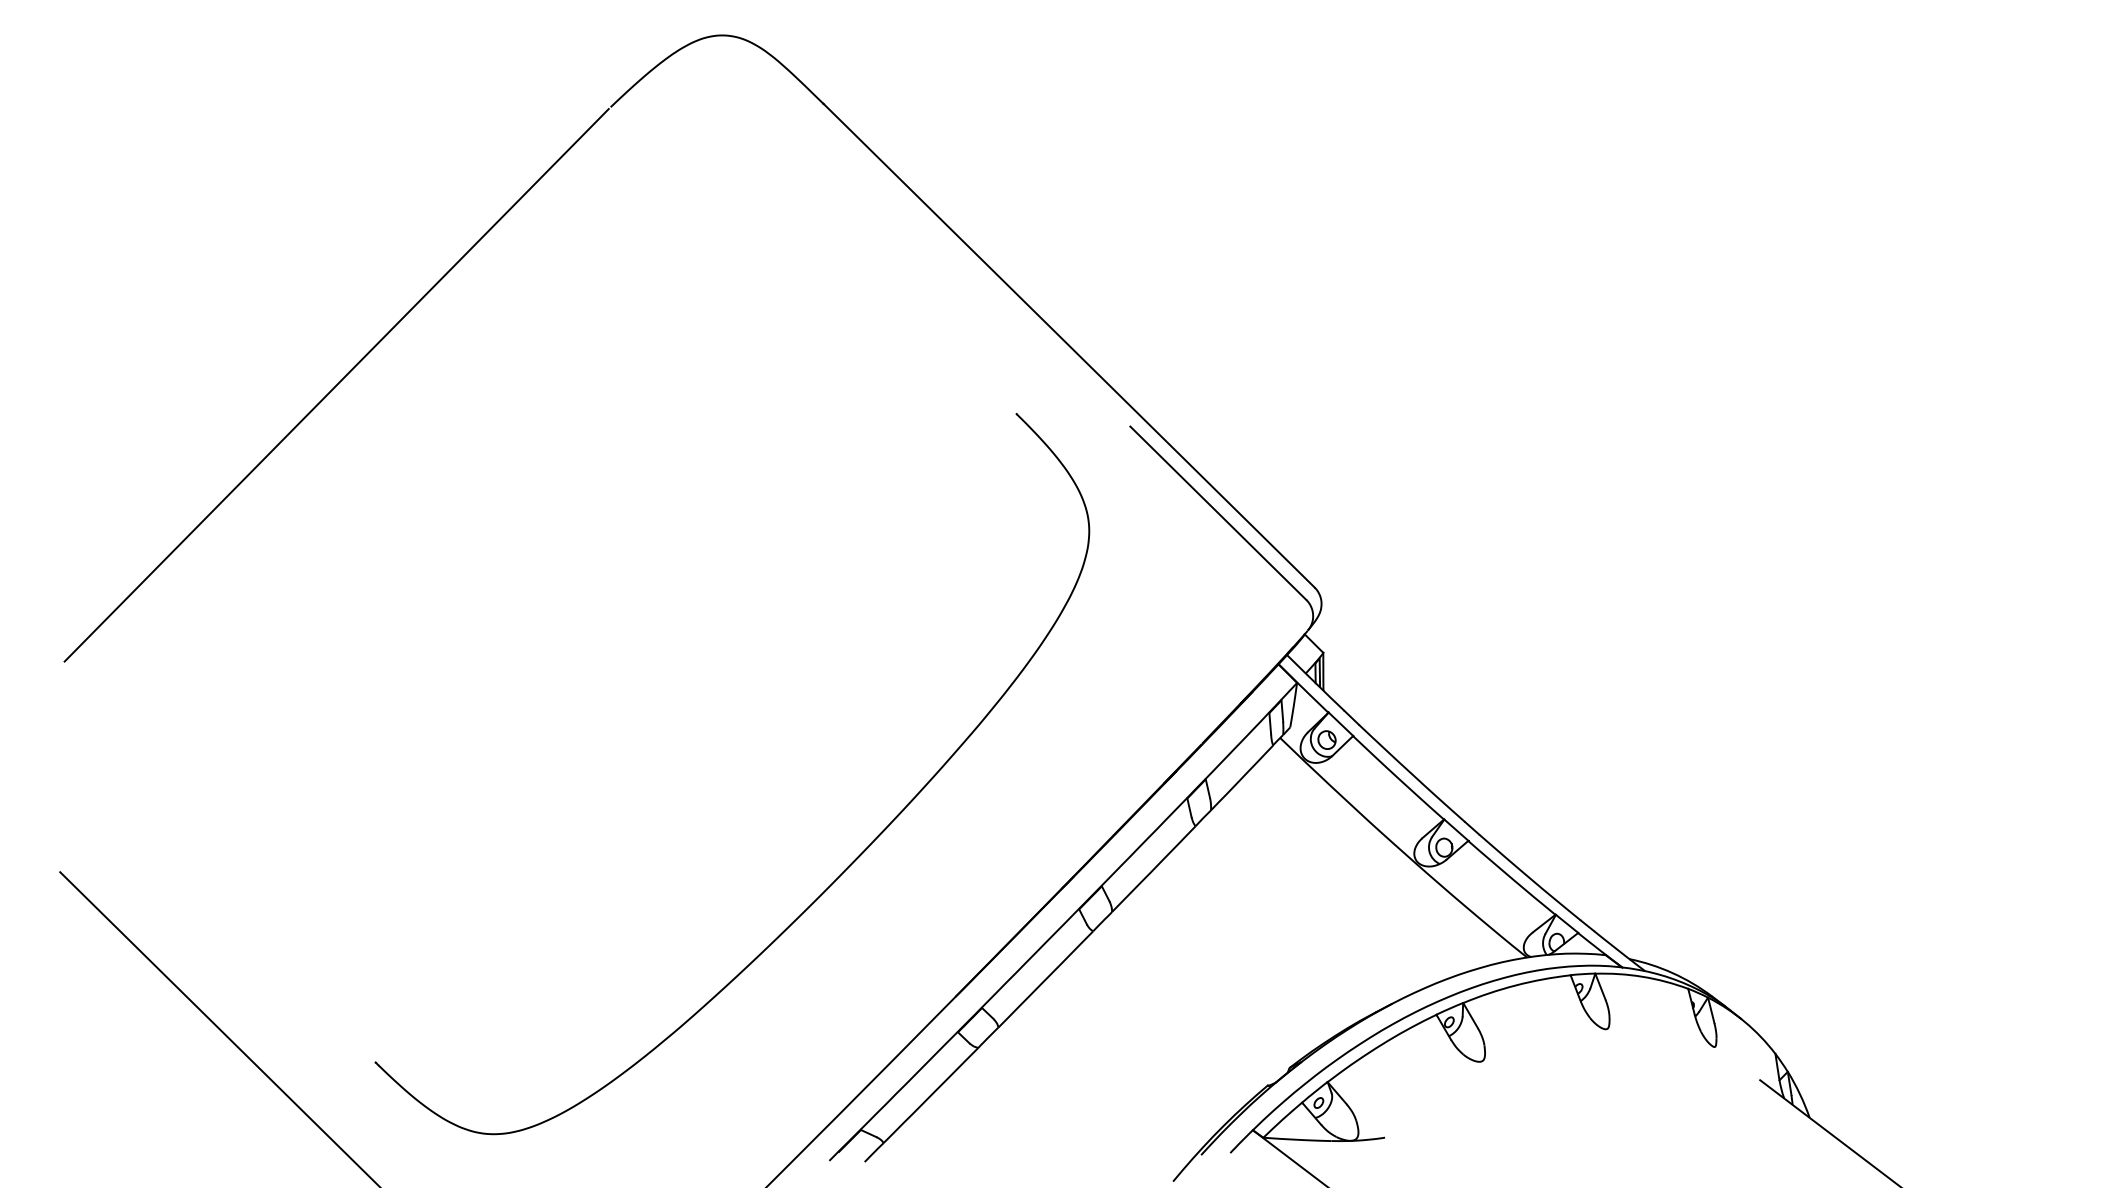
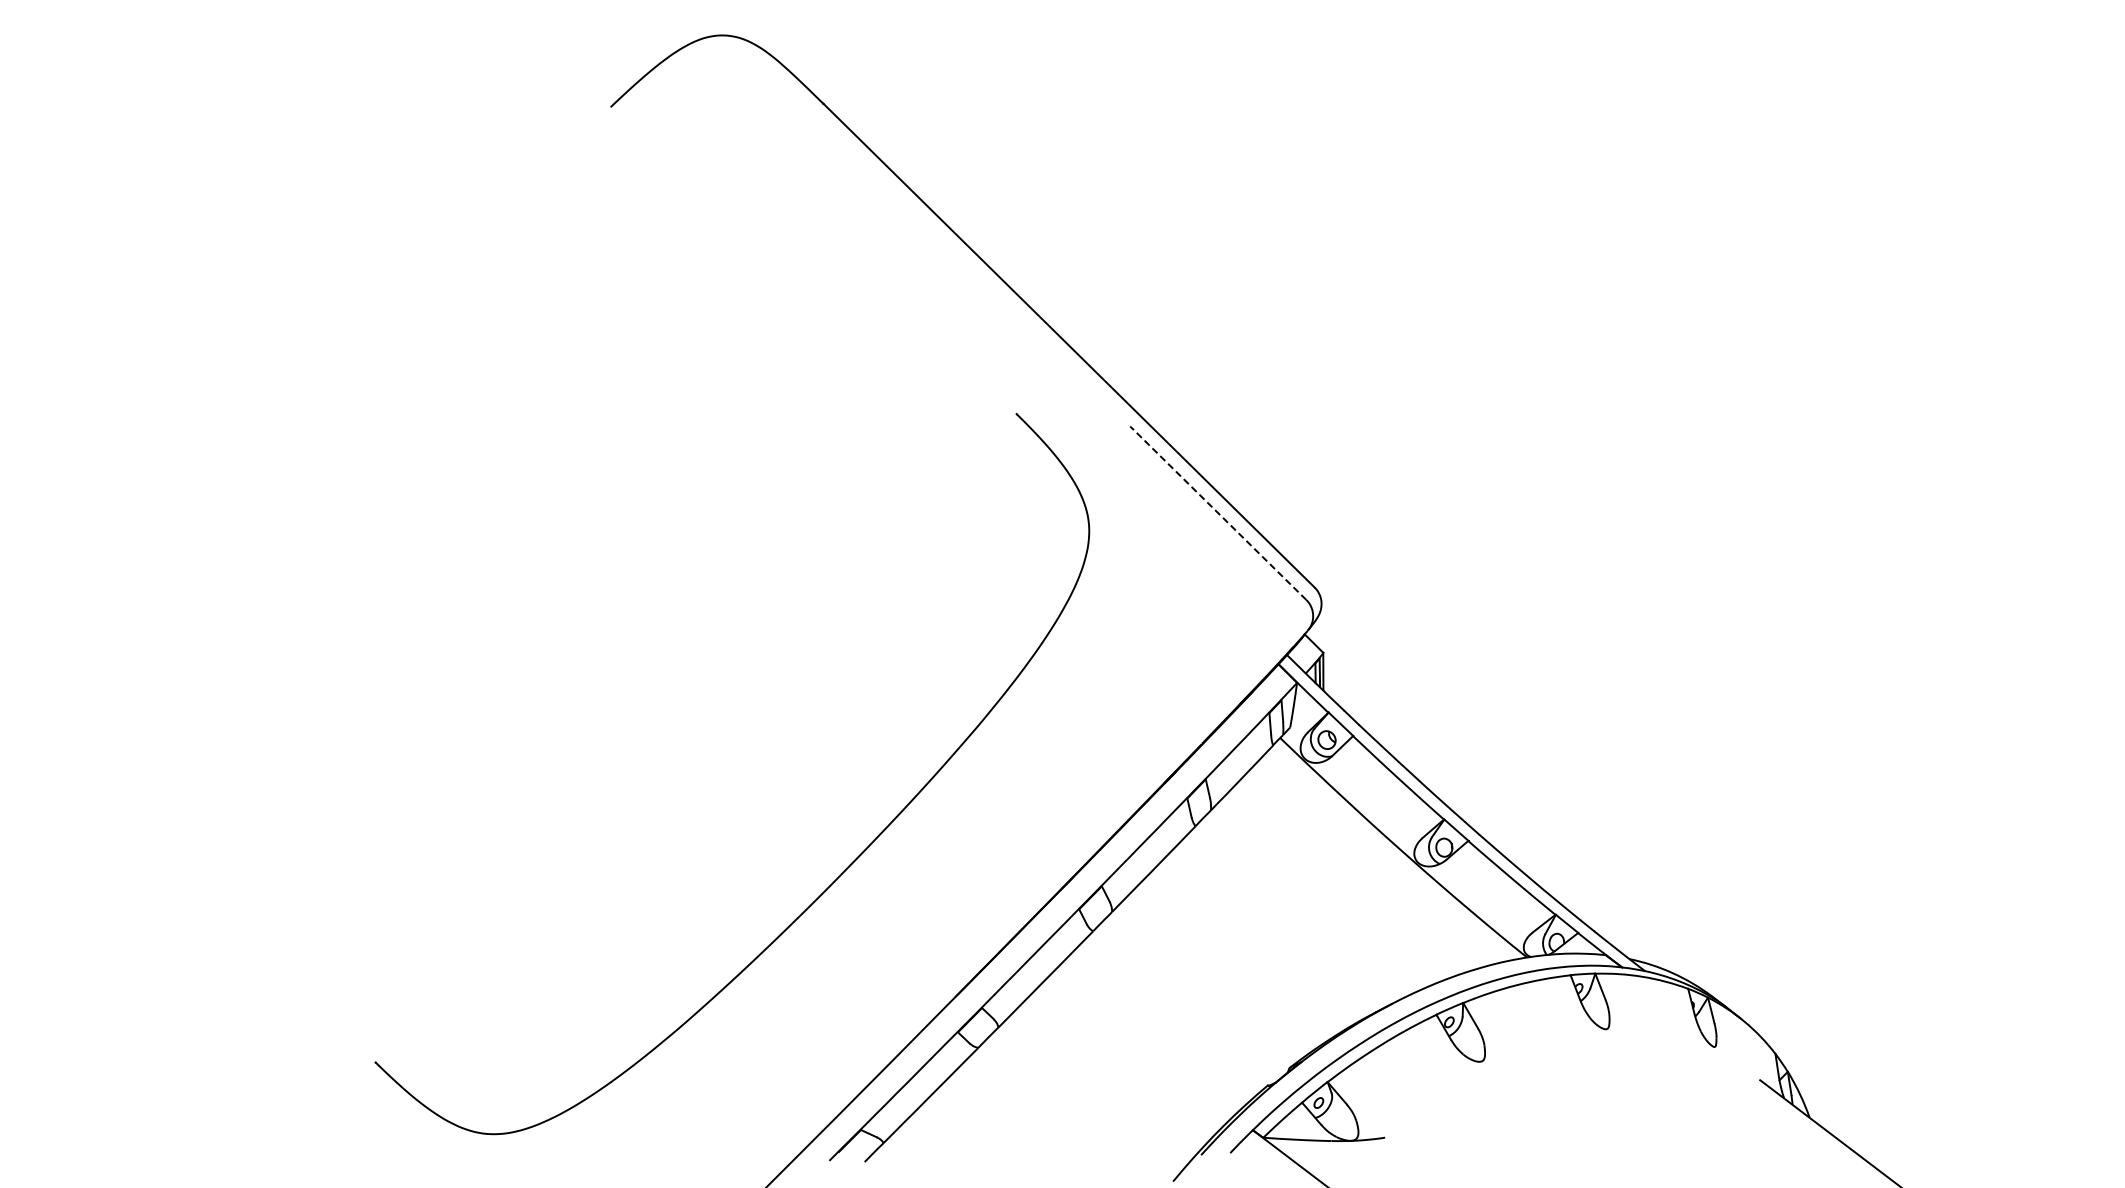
line at (336, 385): present -> none
line at (1218, 513): solid -> dashed
line at (218, 1028): present -> none
